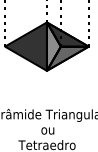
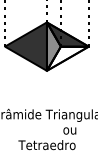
fill at (67, 58): present -> none
text at (47, 130) position: (47, 130) -> (69, 130)
